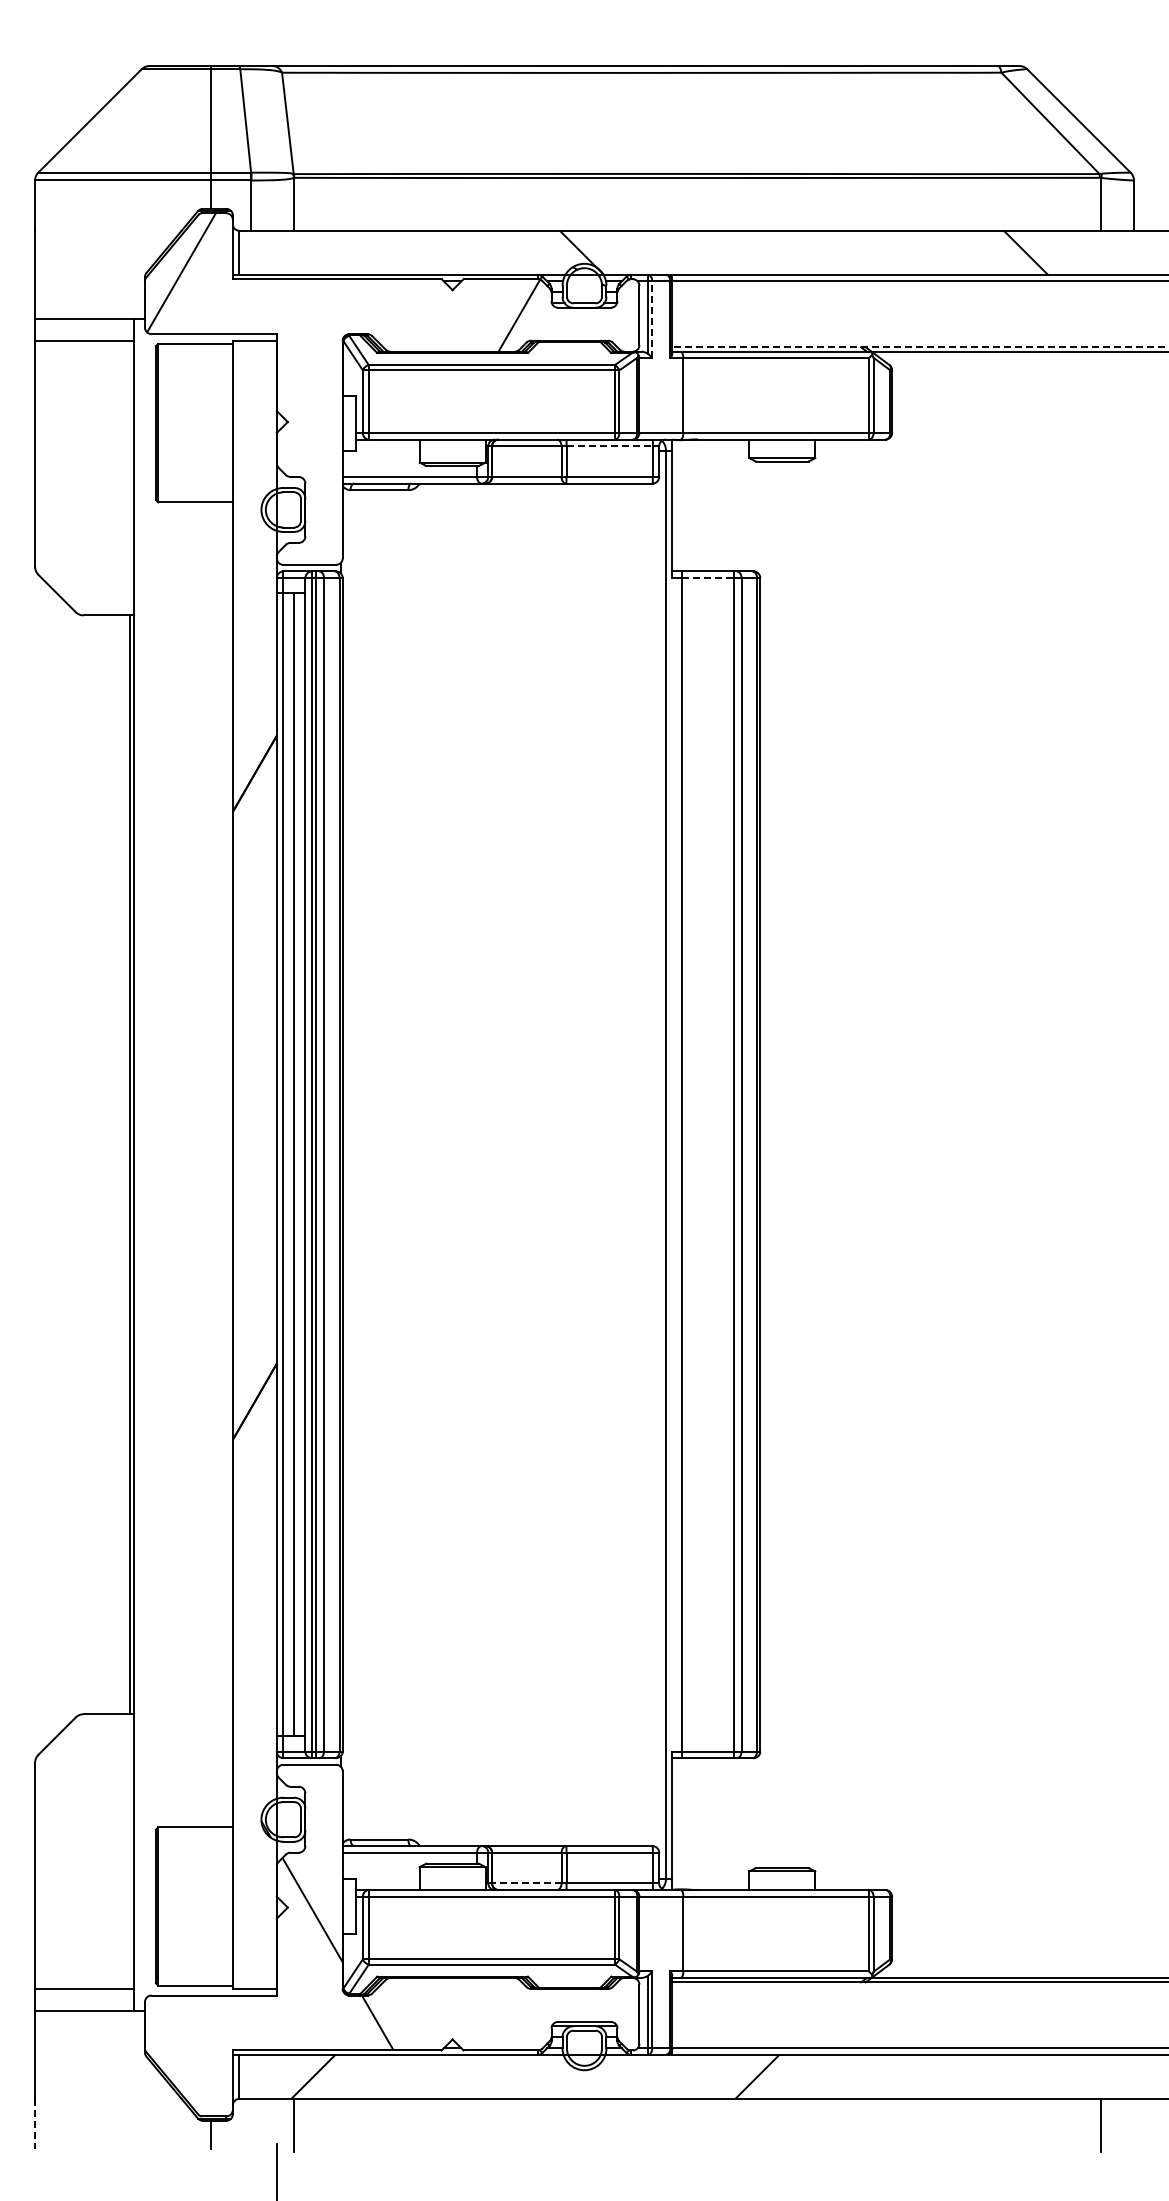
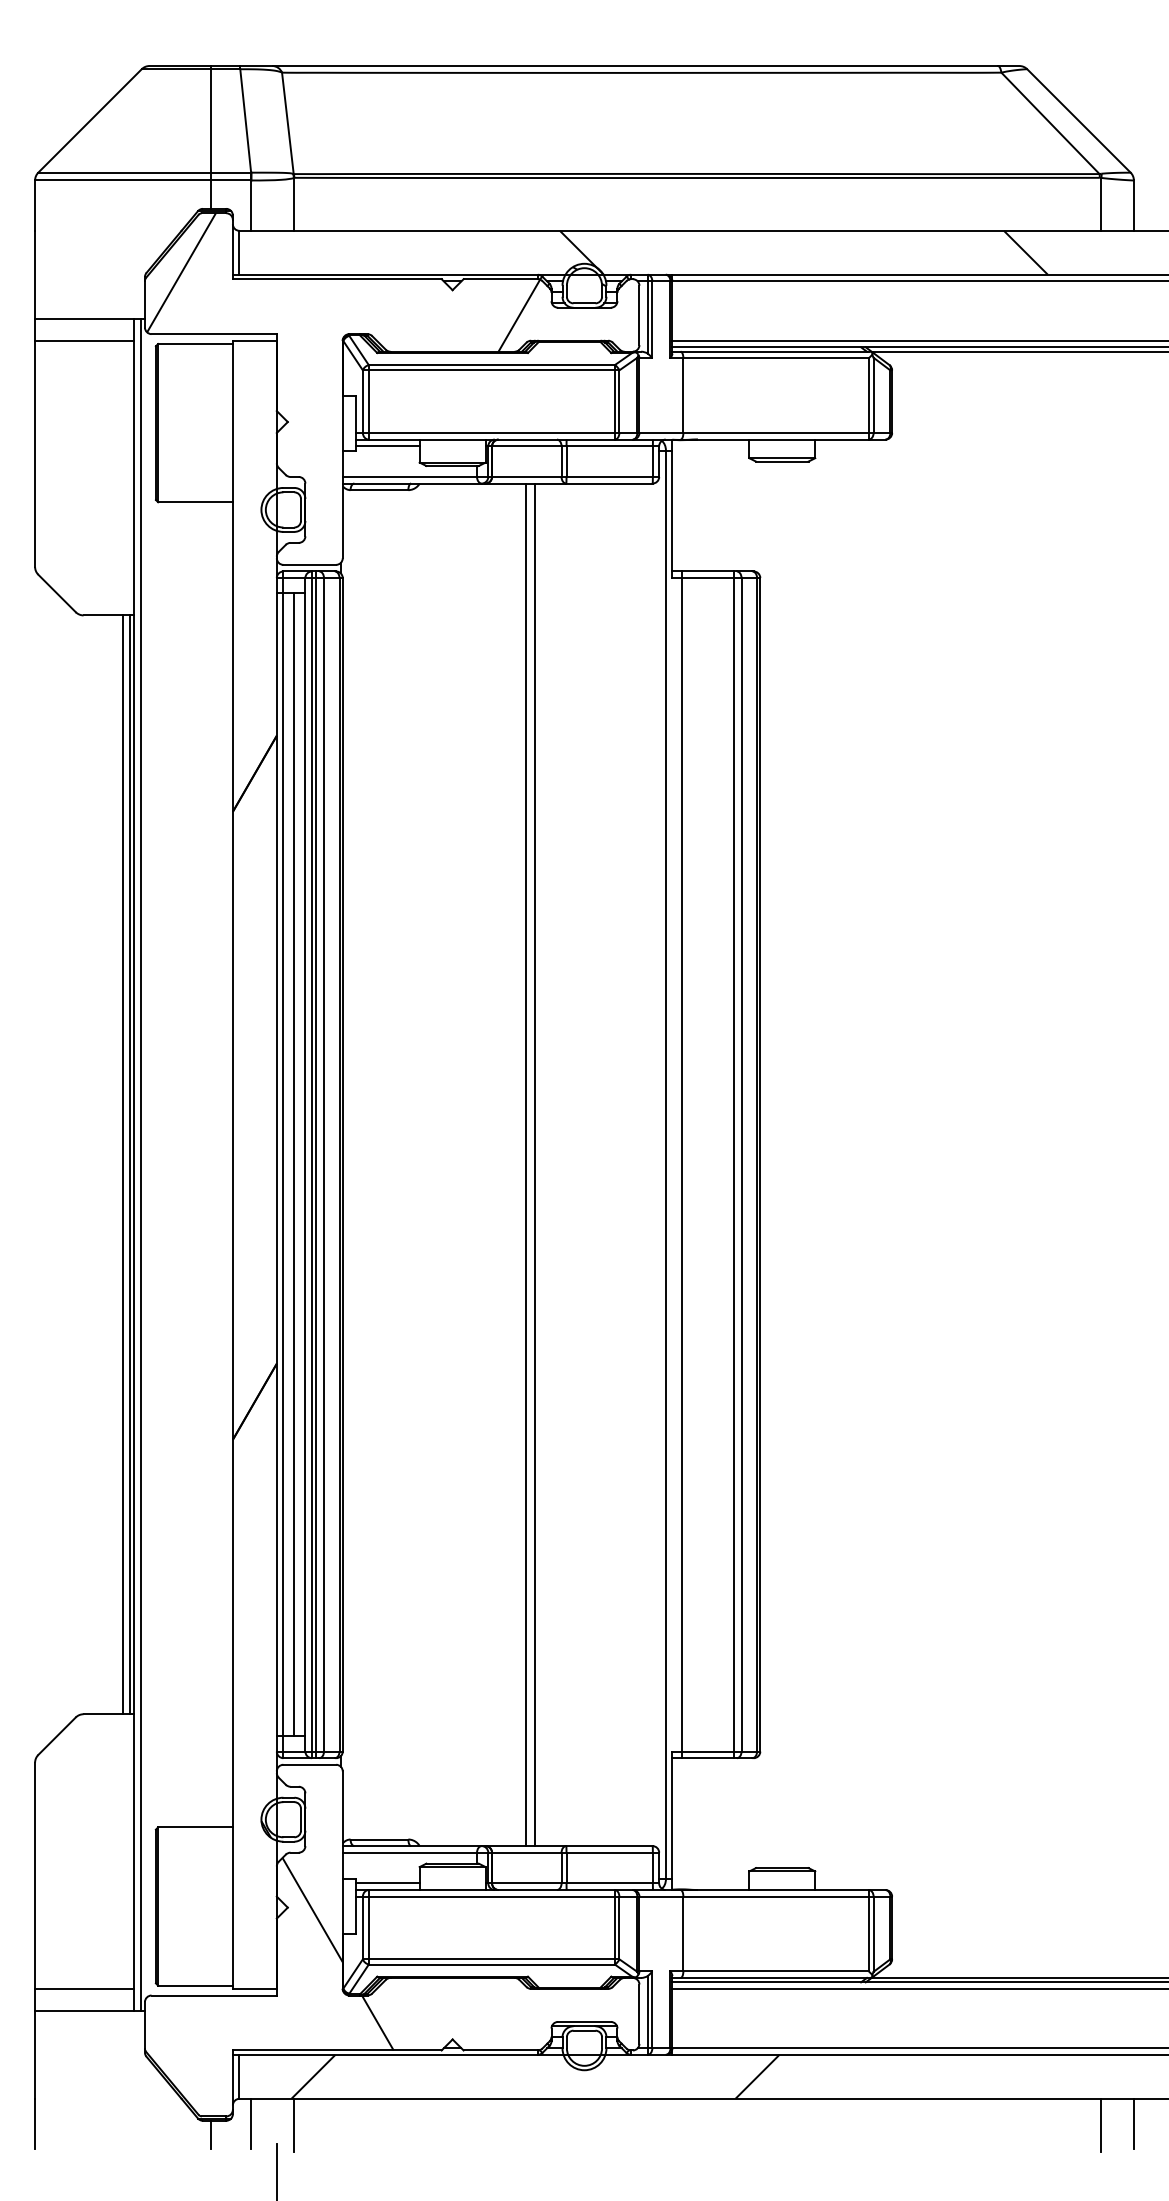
line at (652, 319): dashed -> solid
line at (918, 340): none -> present
line at (920, 347): dashed -> solid
line at (387, 446): none -> present
line at (610, 446): dashed -> solid
line at (708, 578): dashed -> solid
line at (123, 1164): none -> present
line at (140, 1164): none -> present
line at (525, 1164): none -> present
line at (534, 1164): none -> present
line at (387, 1883): none -> present
line at (526, 1883): dashed -> solid
line at (918, 1988): none -> present
line at (251, 2123): none -> present
line at (1133, 2123): none -> present
line at (35, 2124): dashed -> solid
